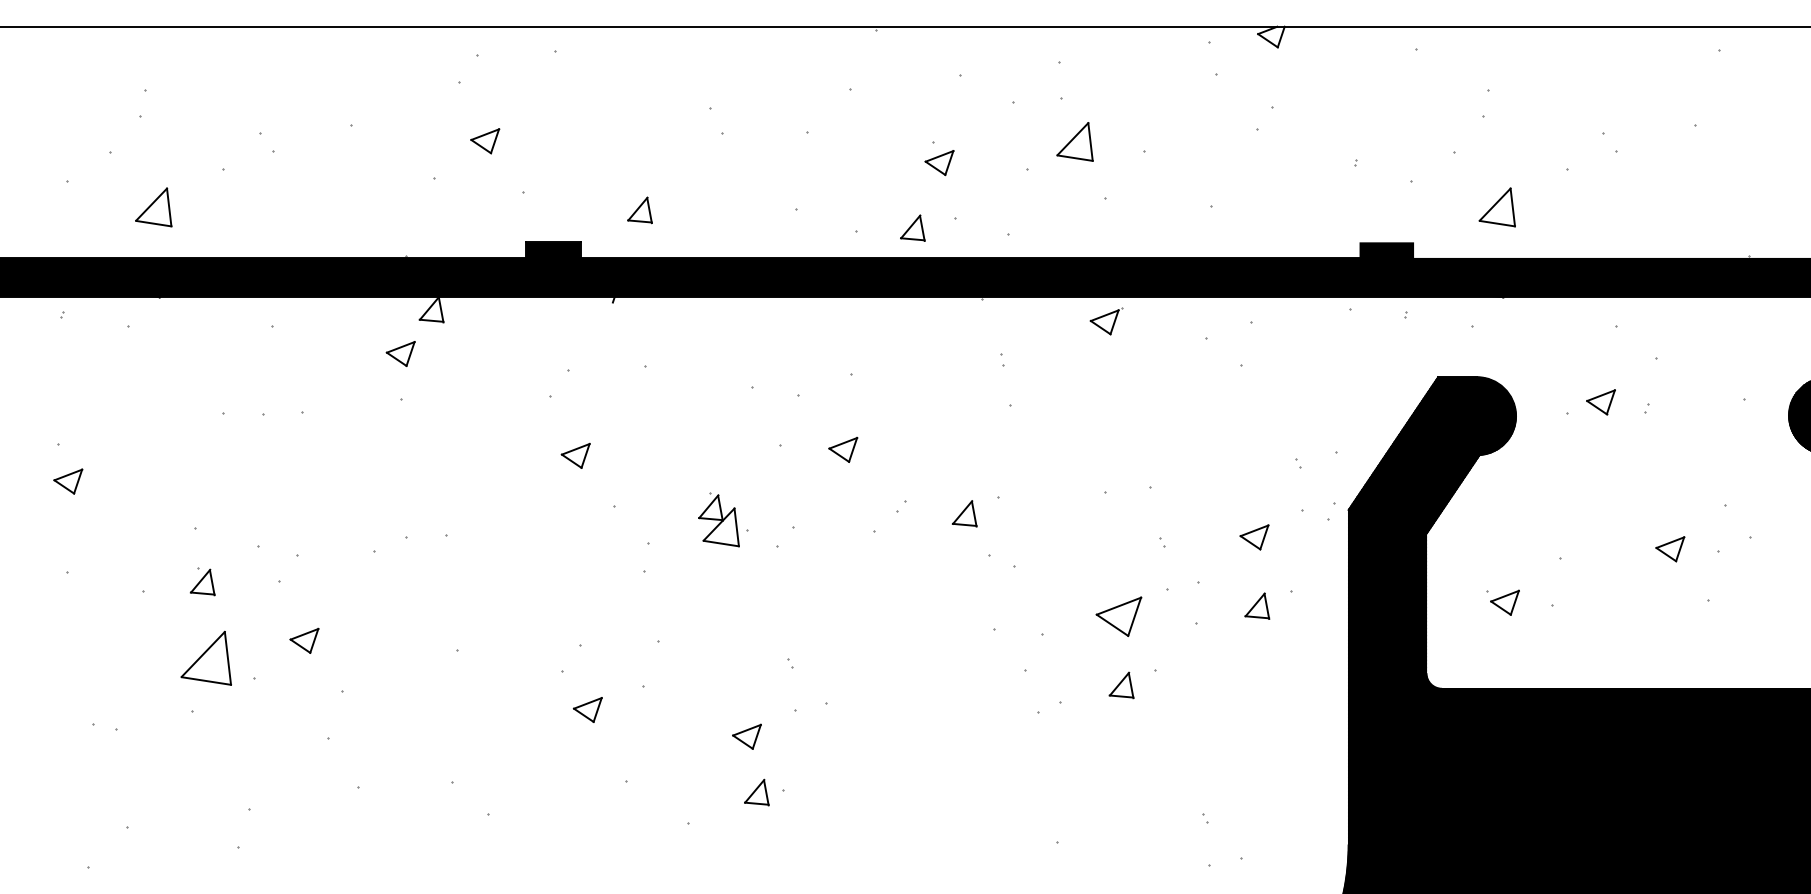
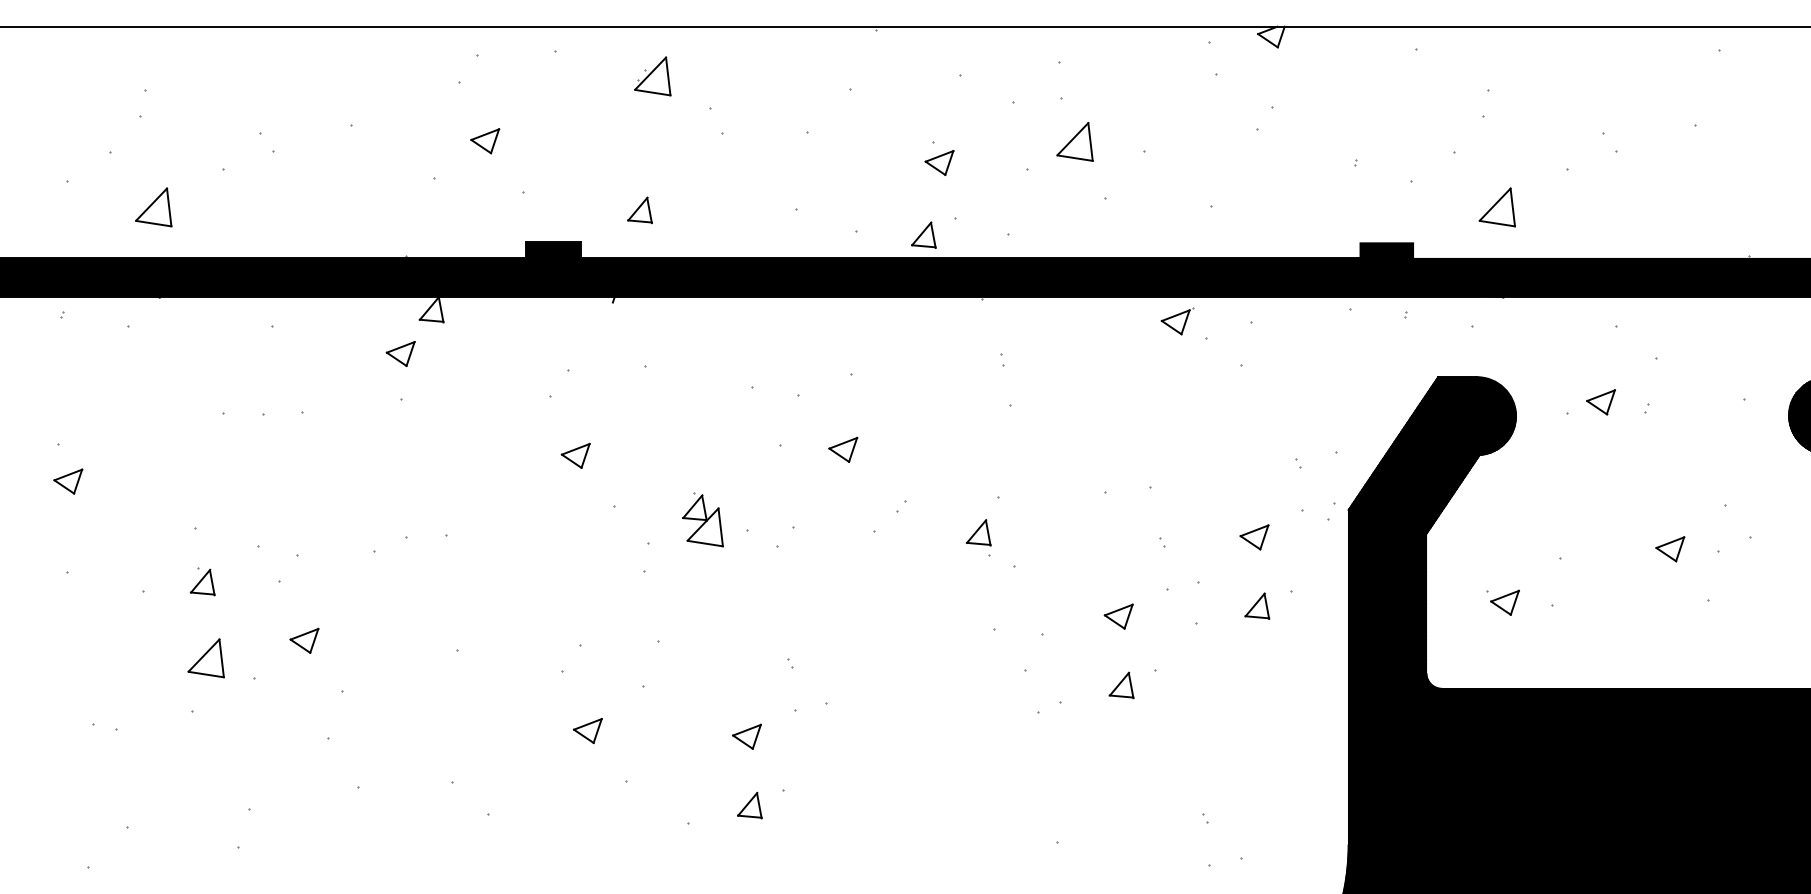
part at (652, 76): none -> present
part at (912, 227) position: (912, 227) -> (923, 234)
part at (1106, 321) position: (1106, 321) -> (1177, 321)
part at (964, 513) position: (964, 513) -> (978, 532)
part at (718, 519) position: (718, 519) -> (702, 519)
part at (1118, 616) size: 48x41 px -> 31x27 px
part at (205, 657) size: 52x56 px -> 38x41 px
part at (587, 709) position: (587, 709) -> (587, 730)
part at (756, 792) position: (756, 792) -> (749, 805)
